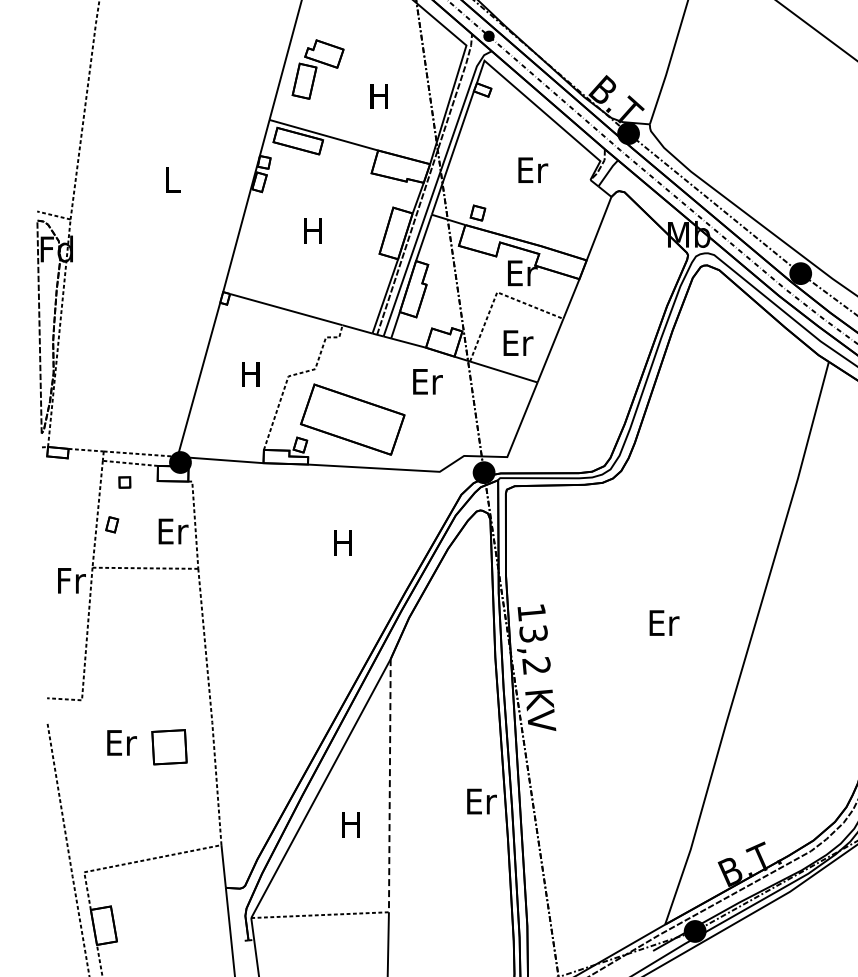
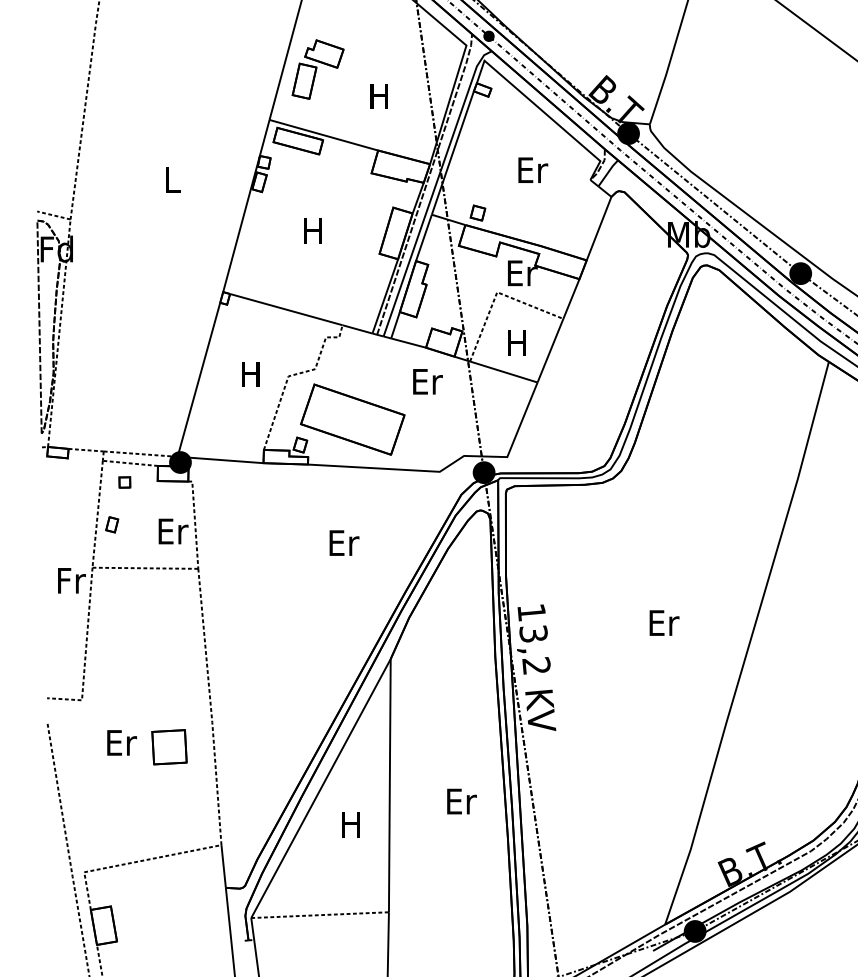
text at (518, 342): Er -> H
text at (344, 542): H -> Er
line at (389, 785): dashed -> solid
text at (481, 801) position: (481, 801) -> (461, 801)
